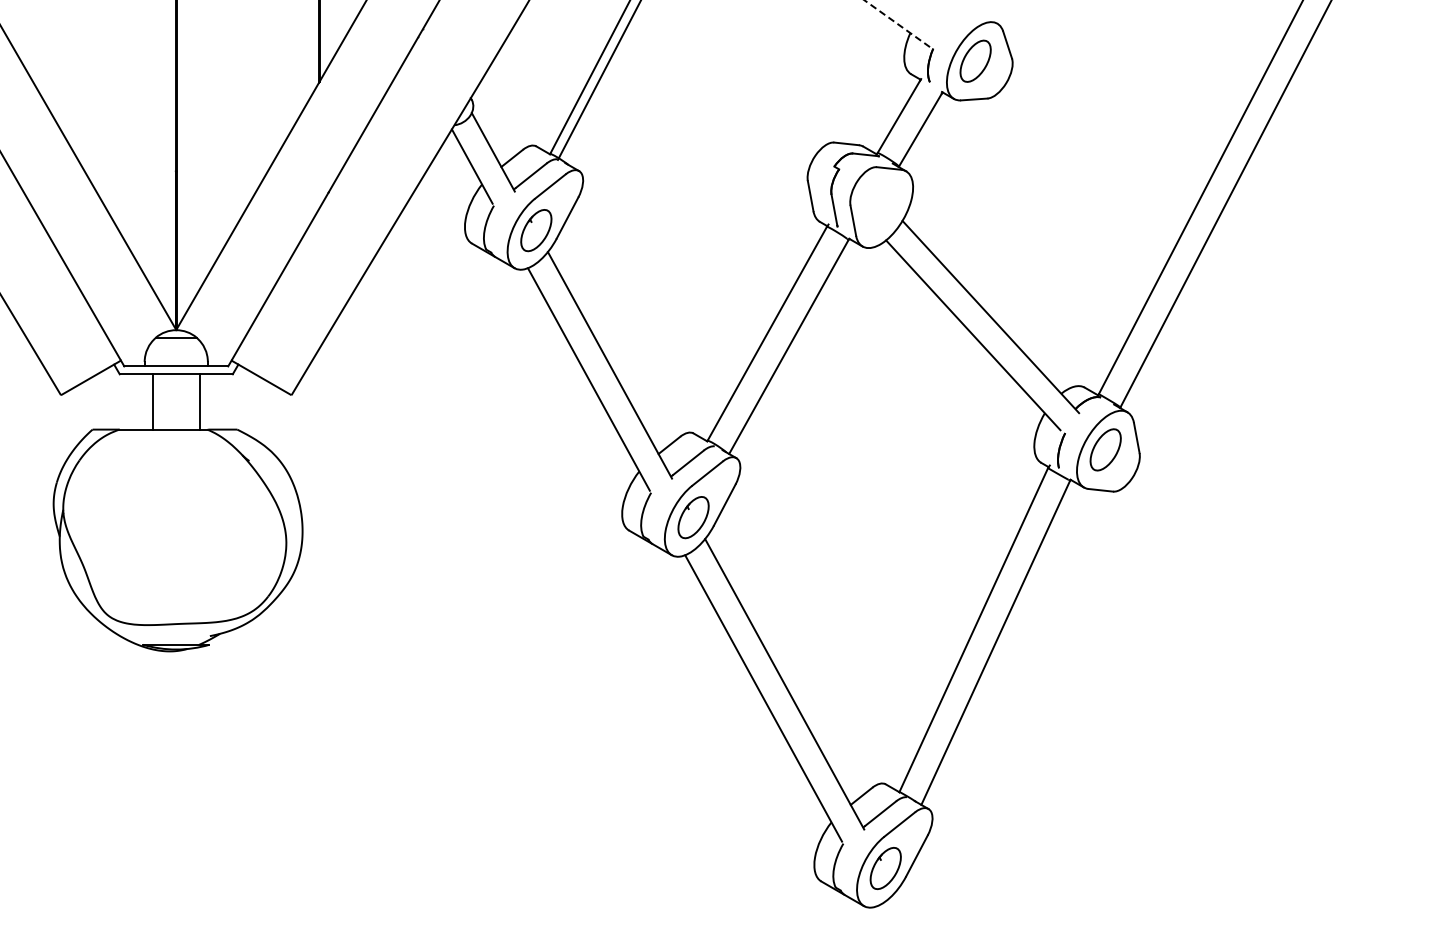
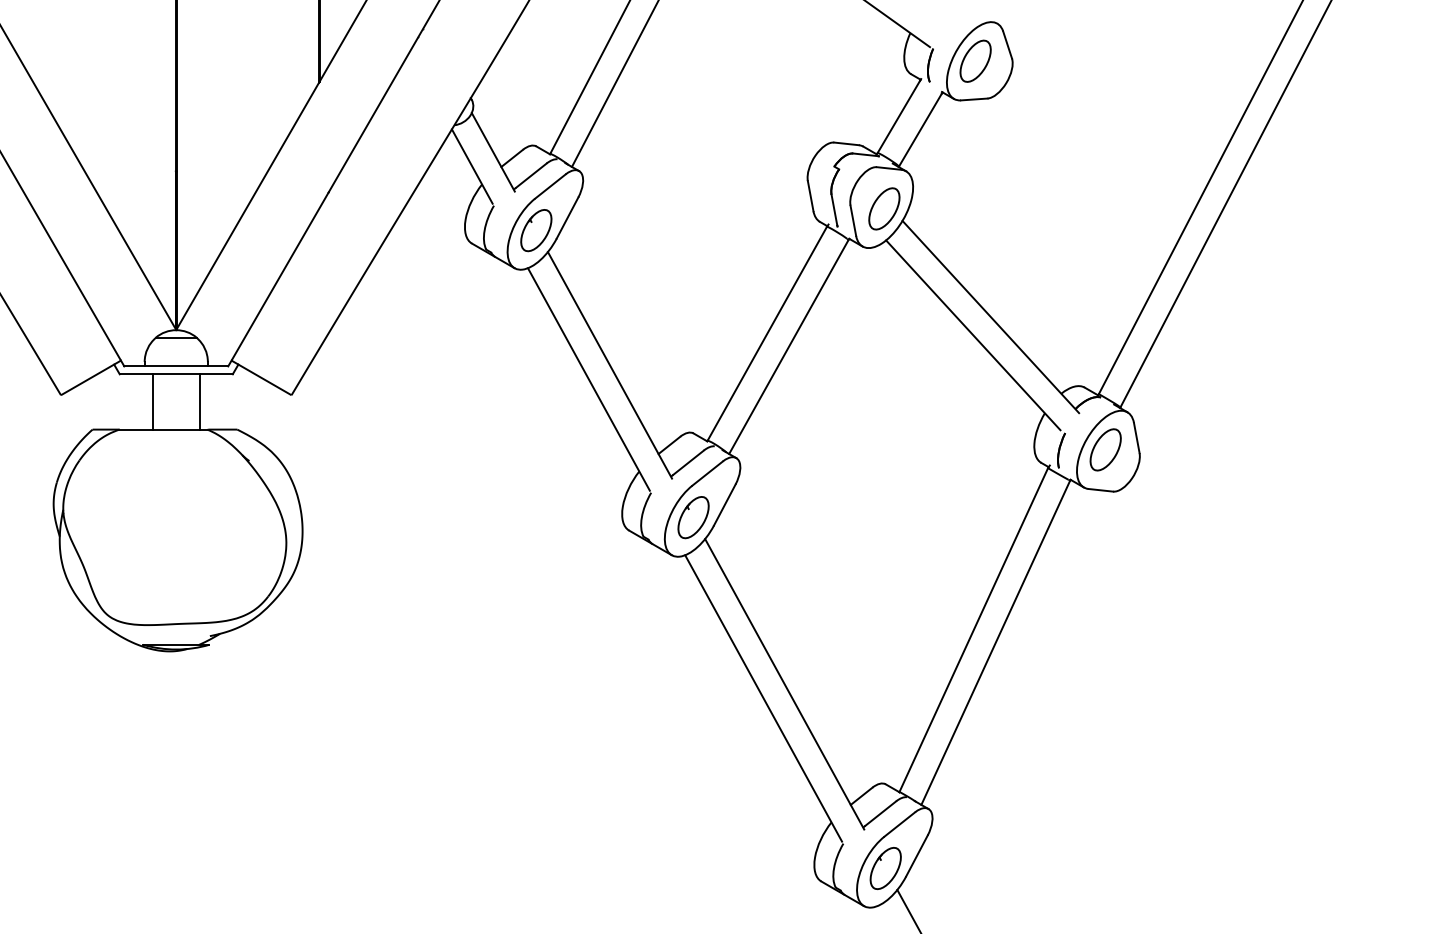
line at (896, 23): dashed -> solid
line at (598, 80) position: (598, 80) -> (614, 84)
part at (884, 208): none -> present
line at (908, 909): none -> present
